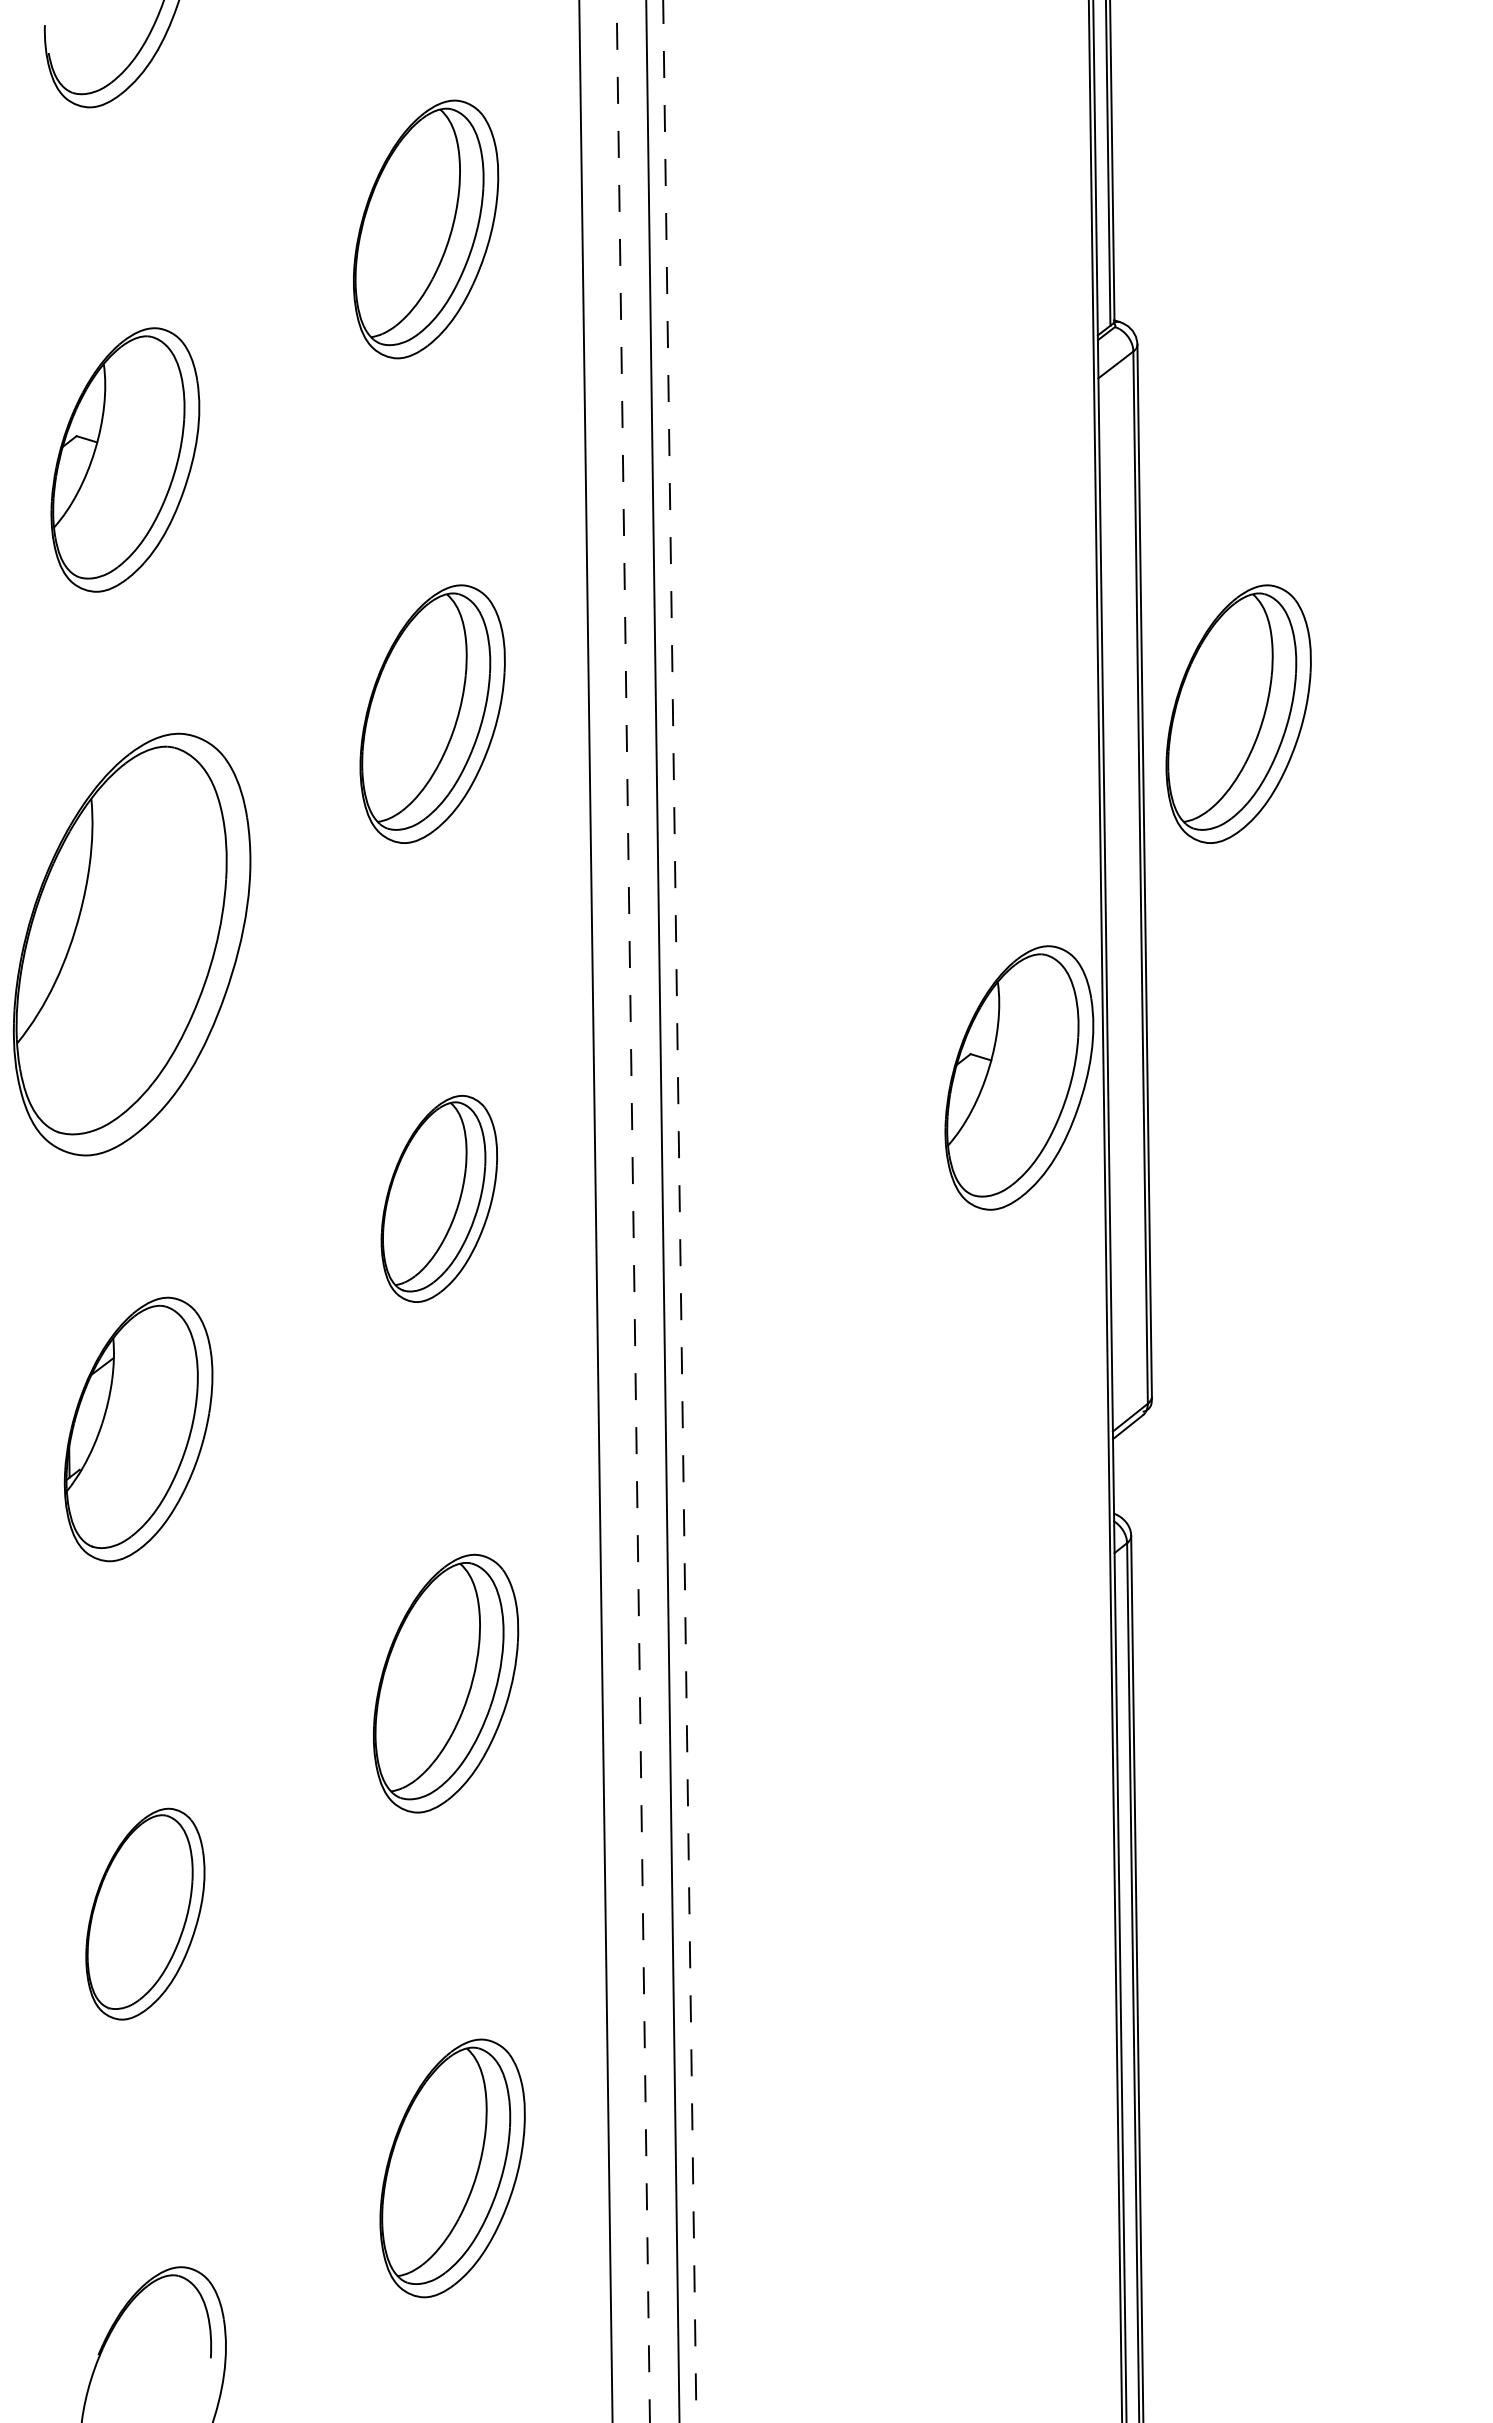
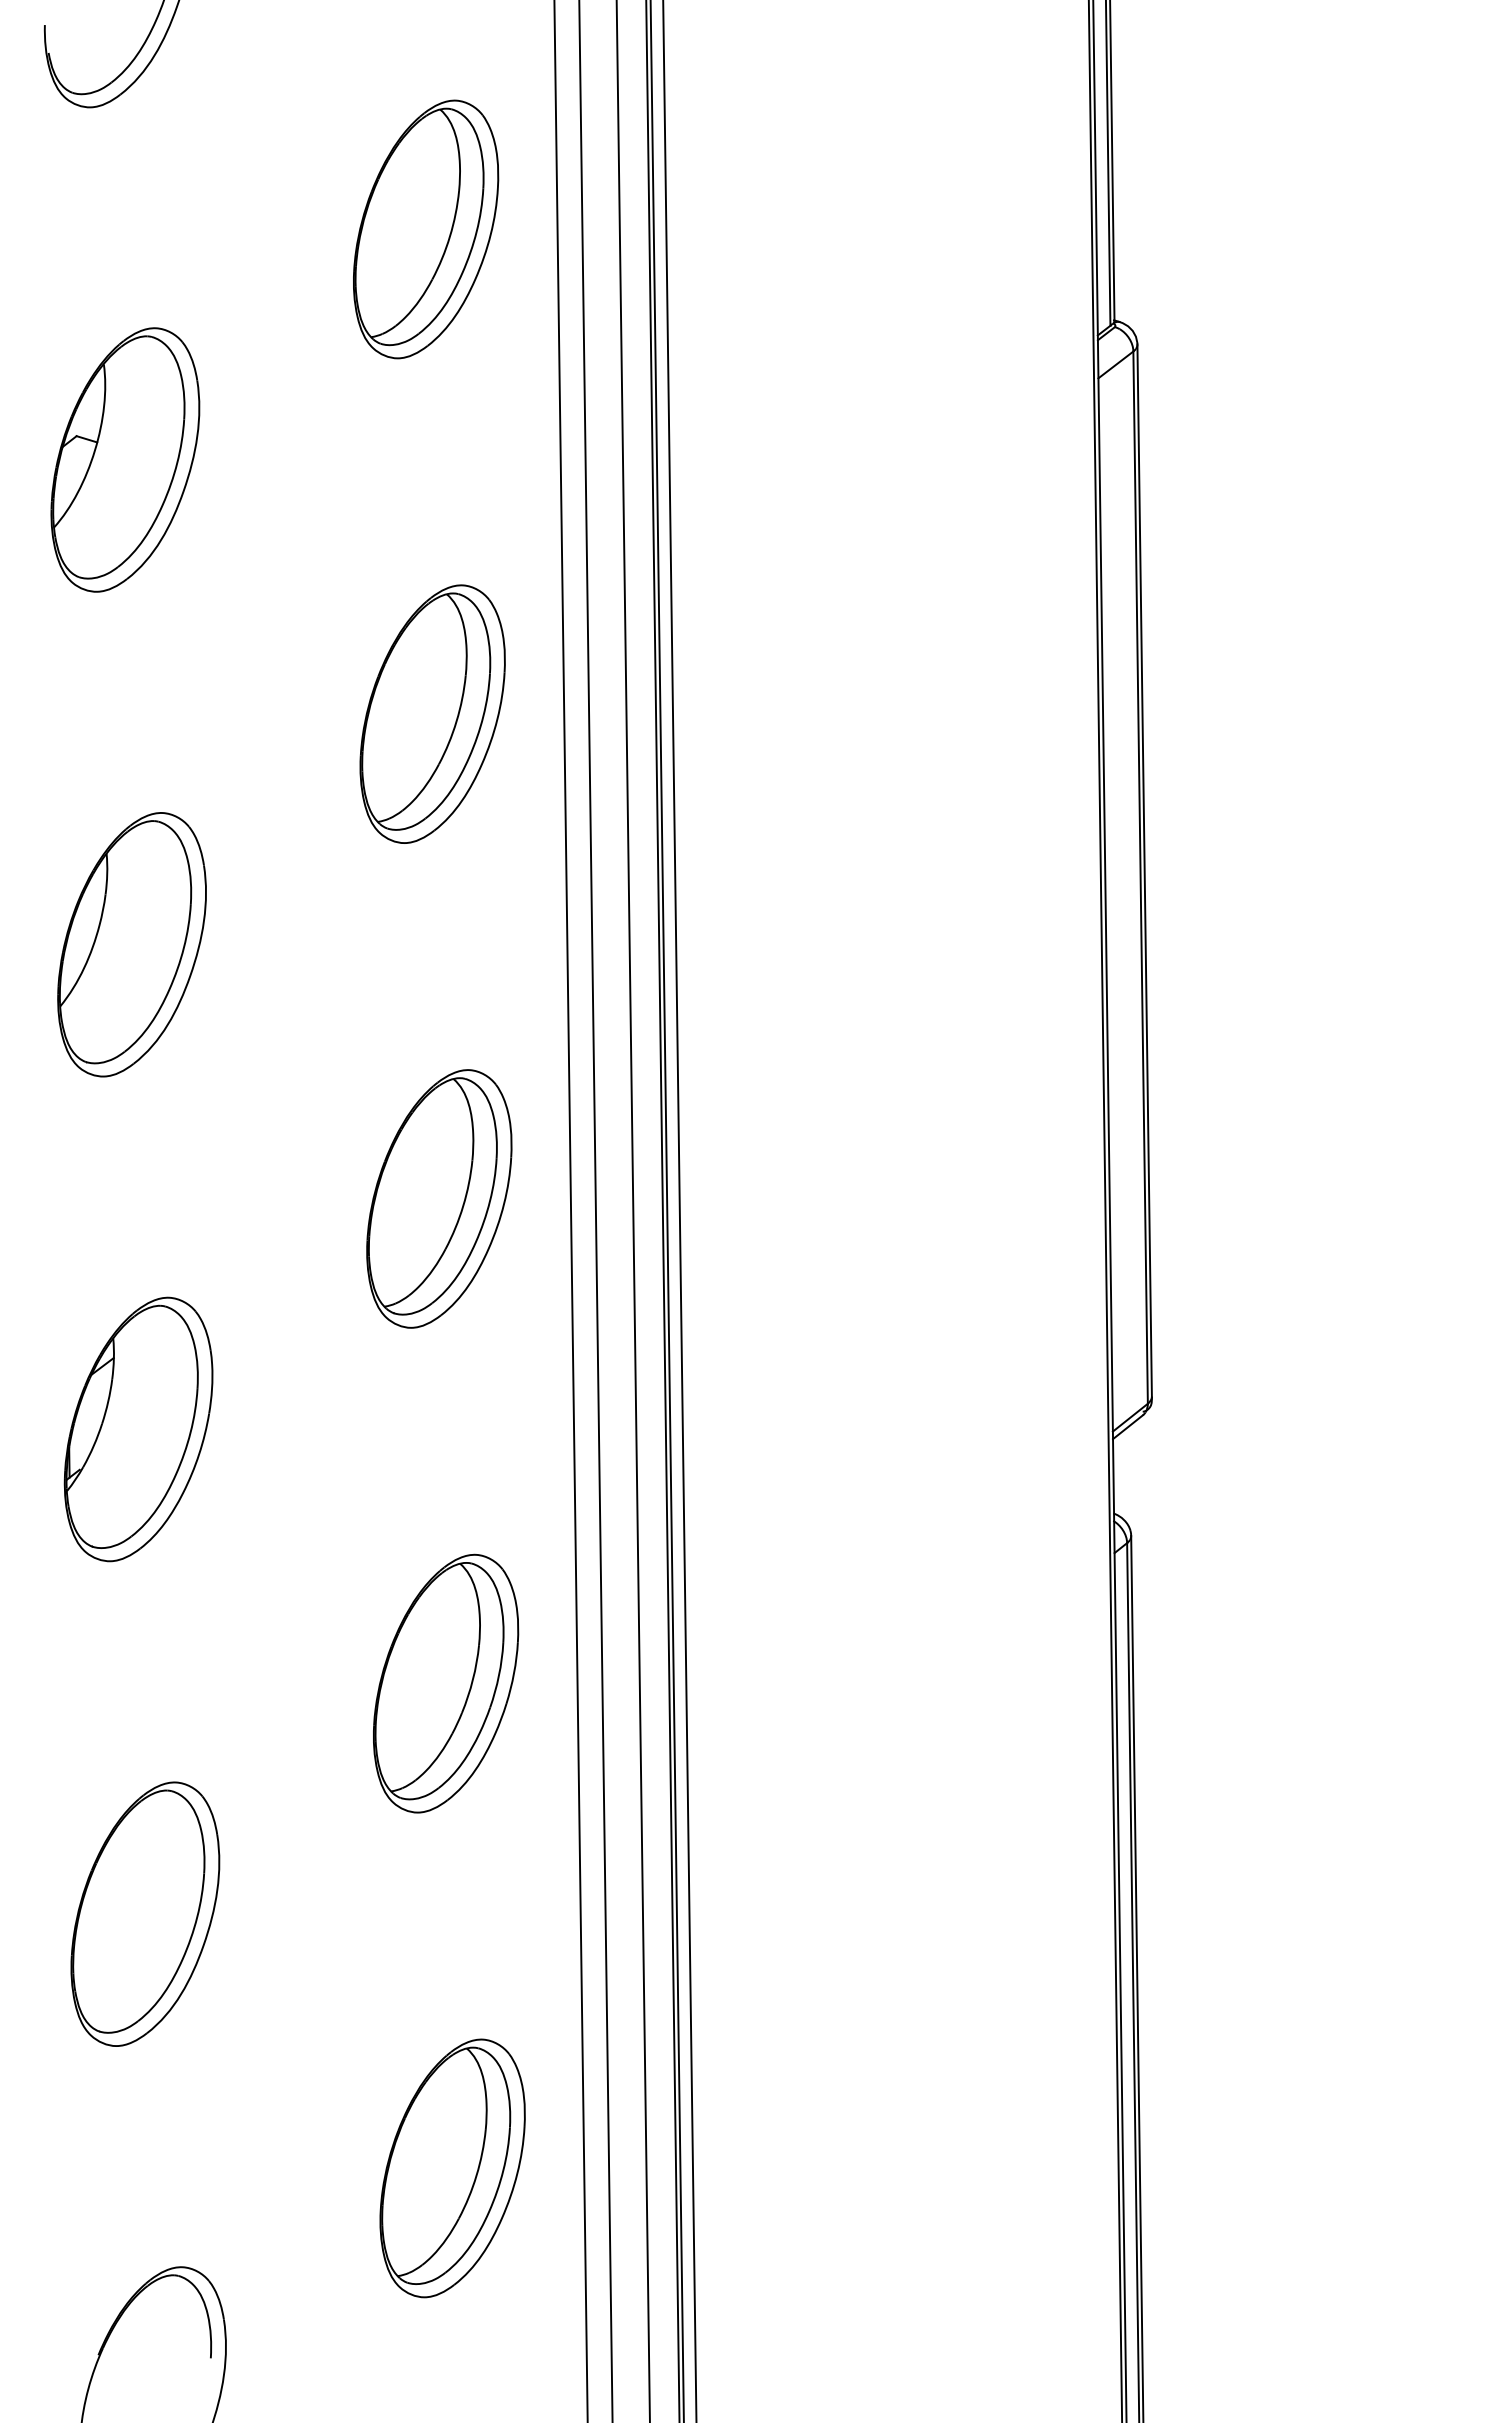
part at (1238, 713): present -> none
part at (131, 944) size: 240x425 px -> 150x266 px
part at (1019, 1077): present -> none
part at (438, 1198) size: 118x208 px -> 147x260 px
line at (570, 1210): none -> present
line at (633, 1210): dashed -> solid
line at (666, 1210): none -> present
line at (679, 1210): dashed -> solid
part at (145, 1913) size: 121x214 px -> 151x266 px
